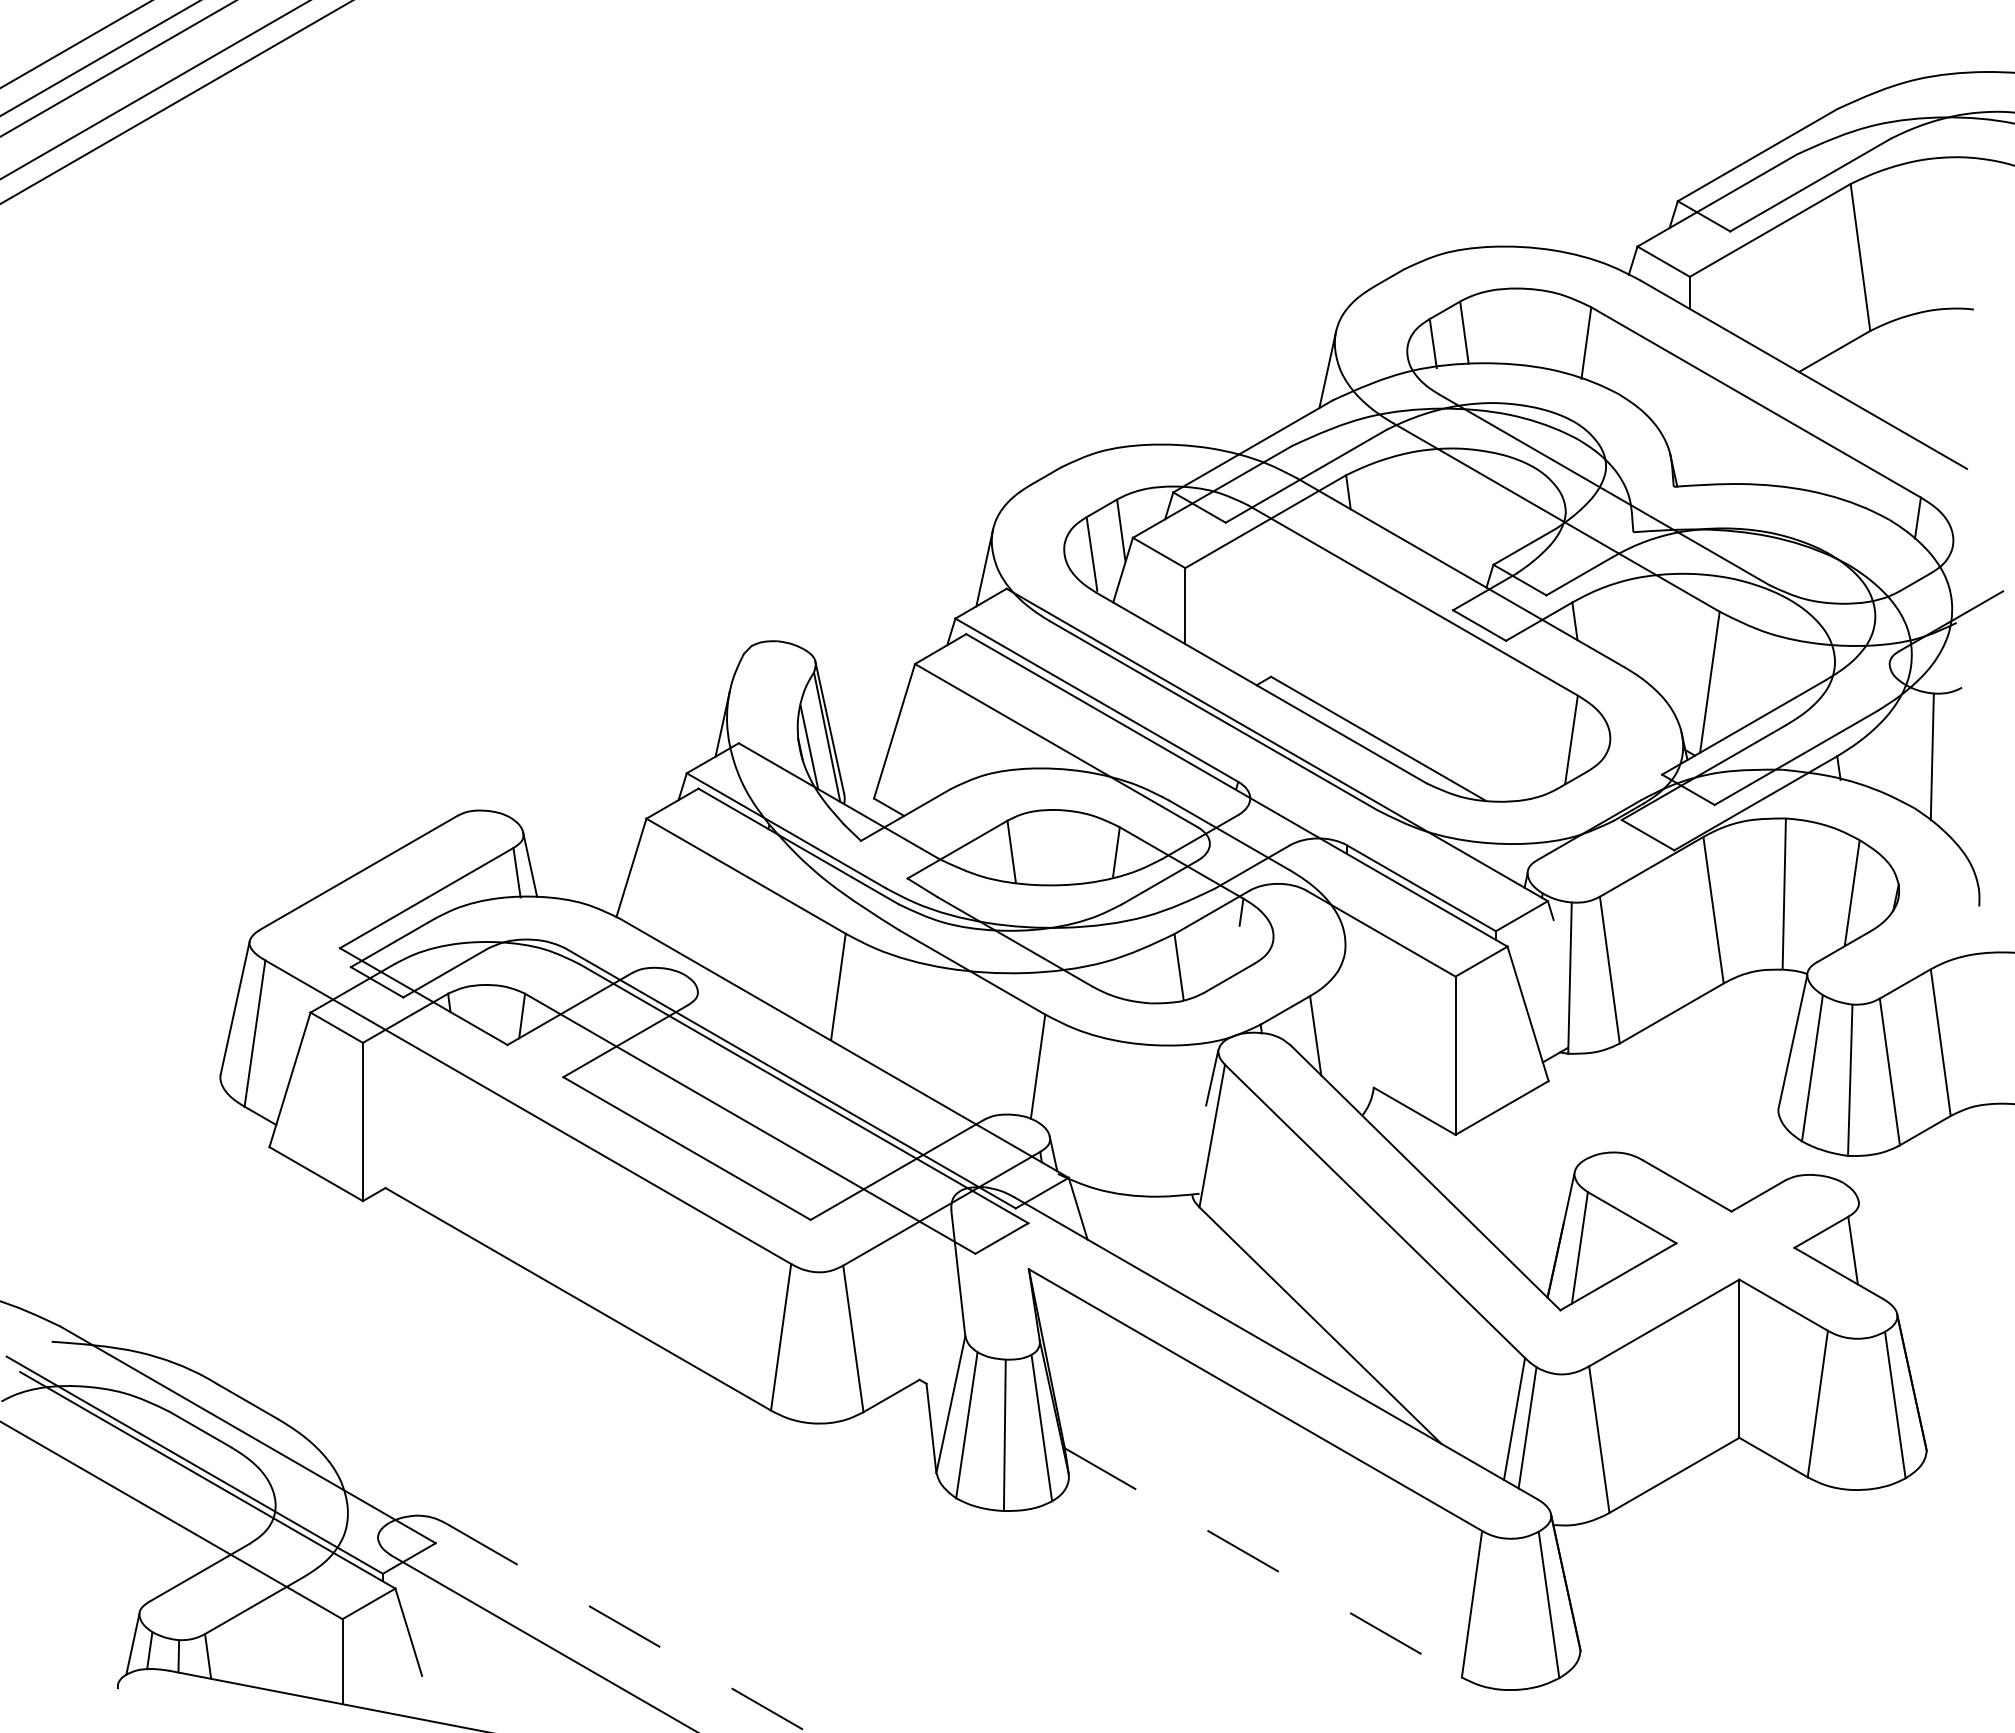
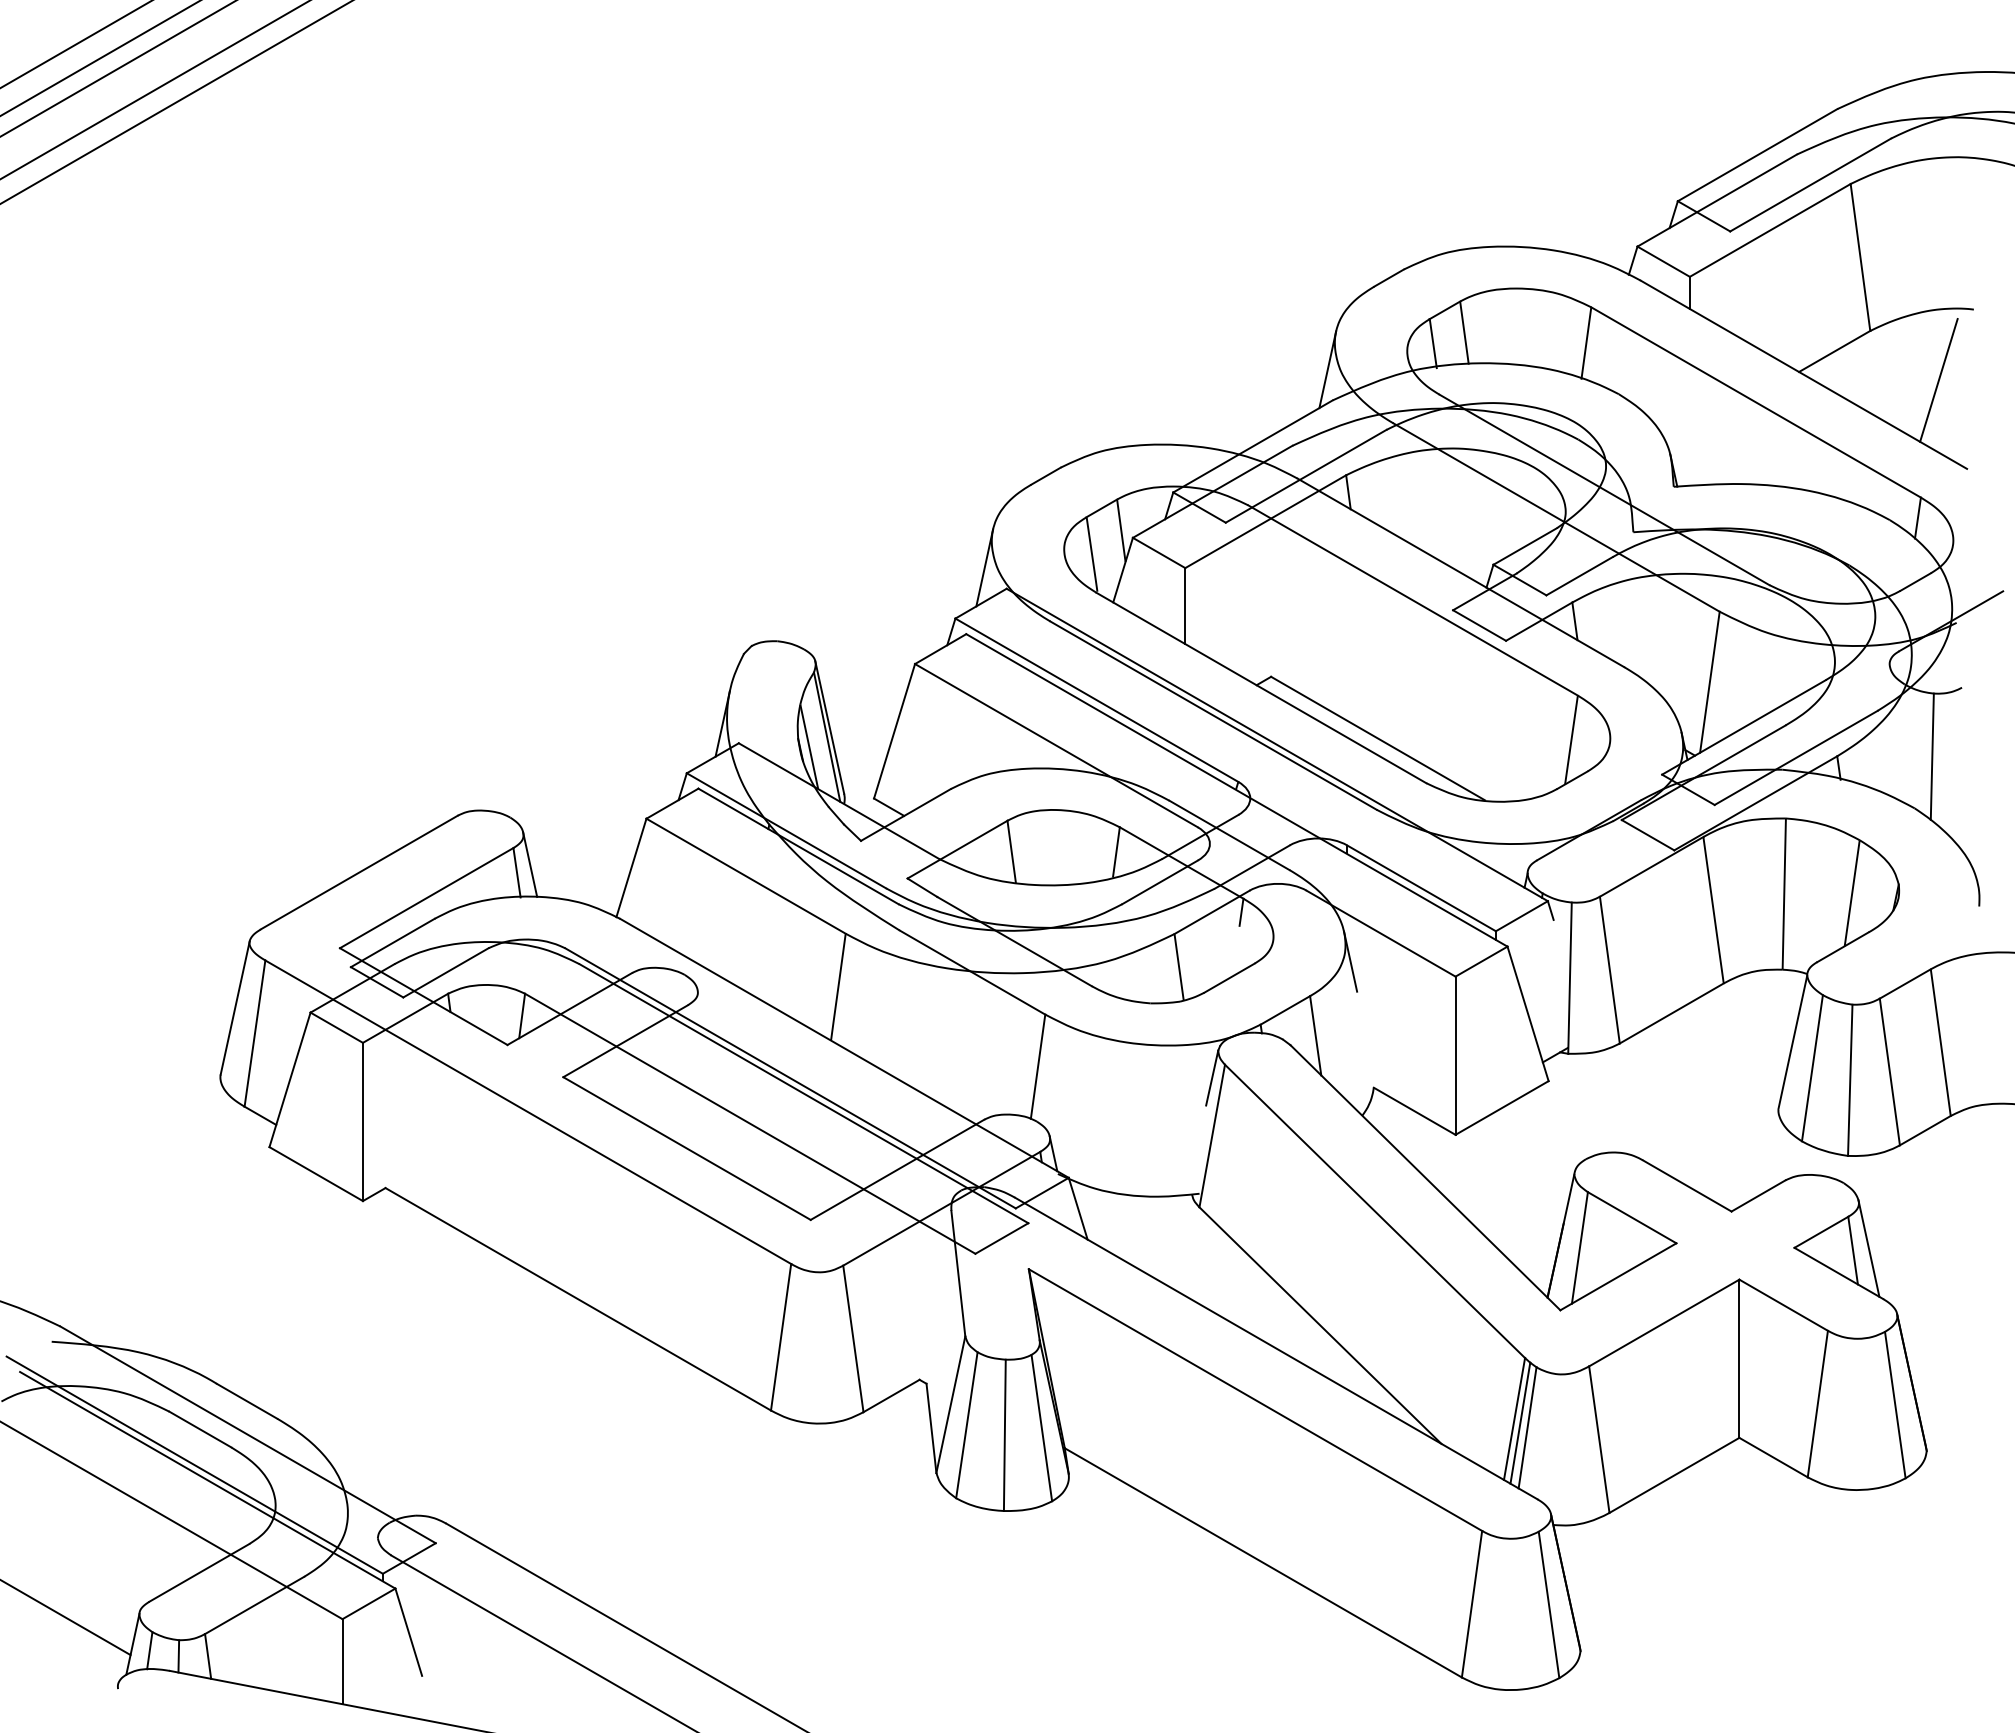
line at (1938, 380): none -> present
line at (1350, 961): none -> present
line at (1868, 1248): none -> present
line at (1520, 1422): none -> present
line at (1263, 1563): dashed -> solid
line at (66, 1618): none -> present
line at (628, 1628): dashed -> solid
